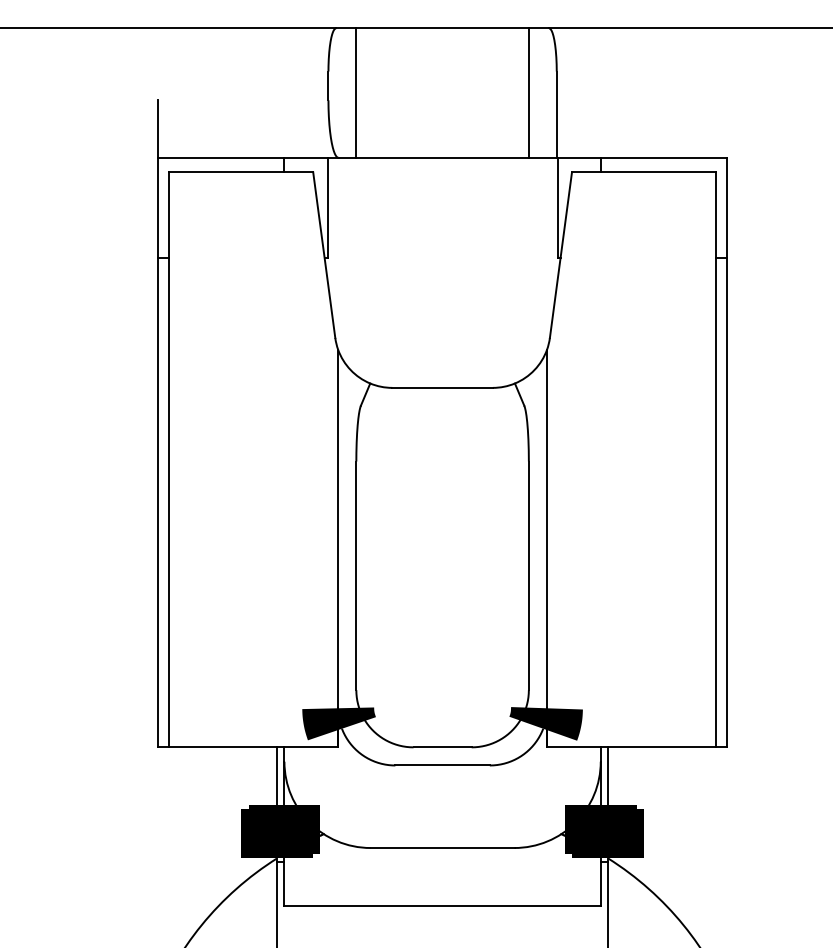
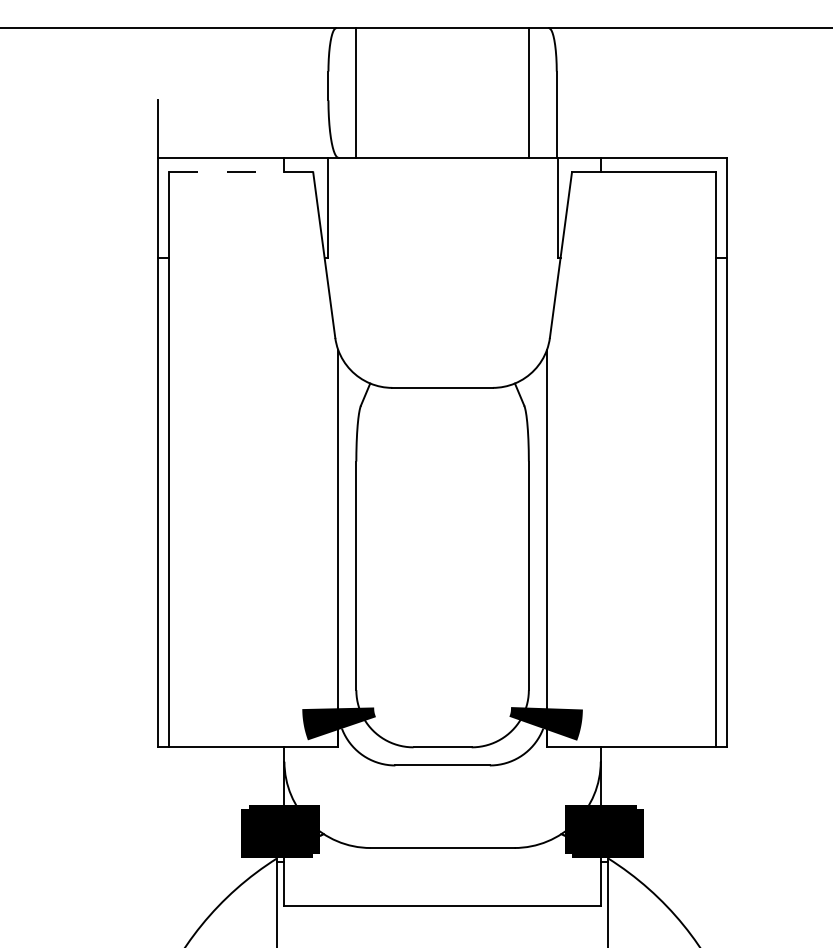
line at (241, 172): solid -> dashed
line at (277, 777): present -> none
line at (607, 777): present -> none
